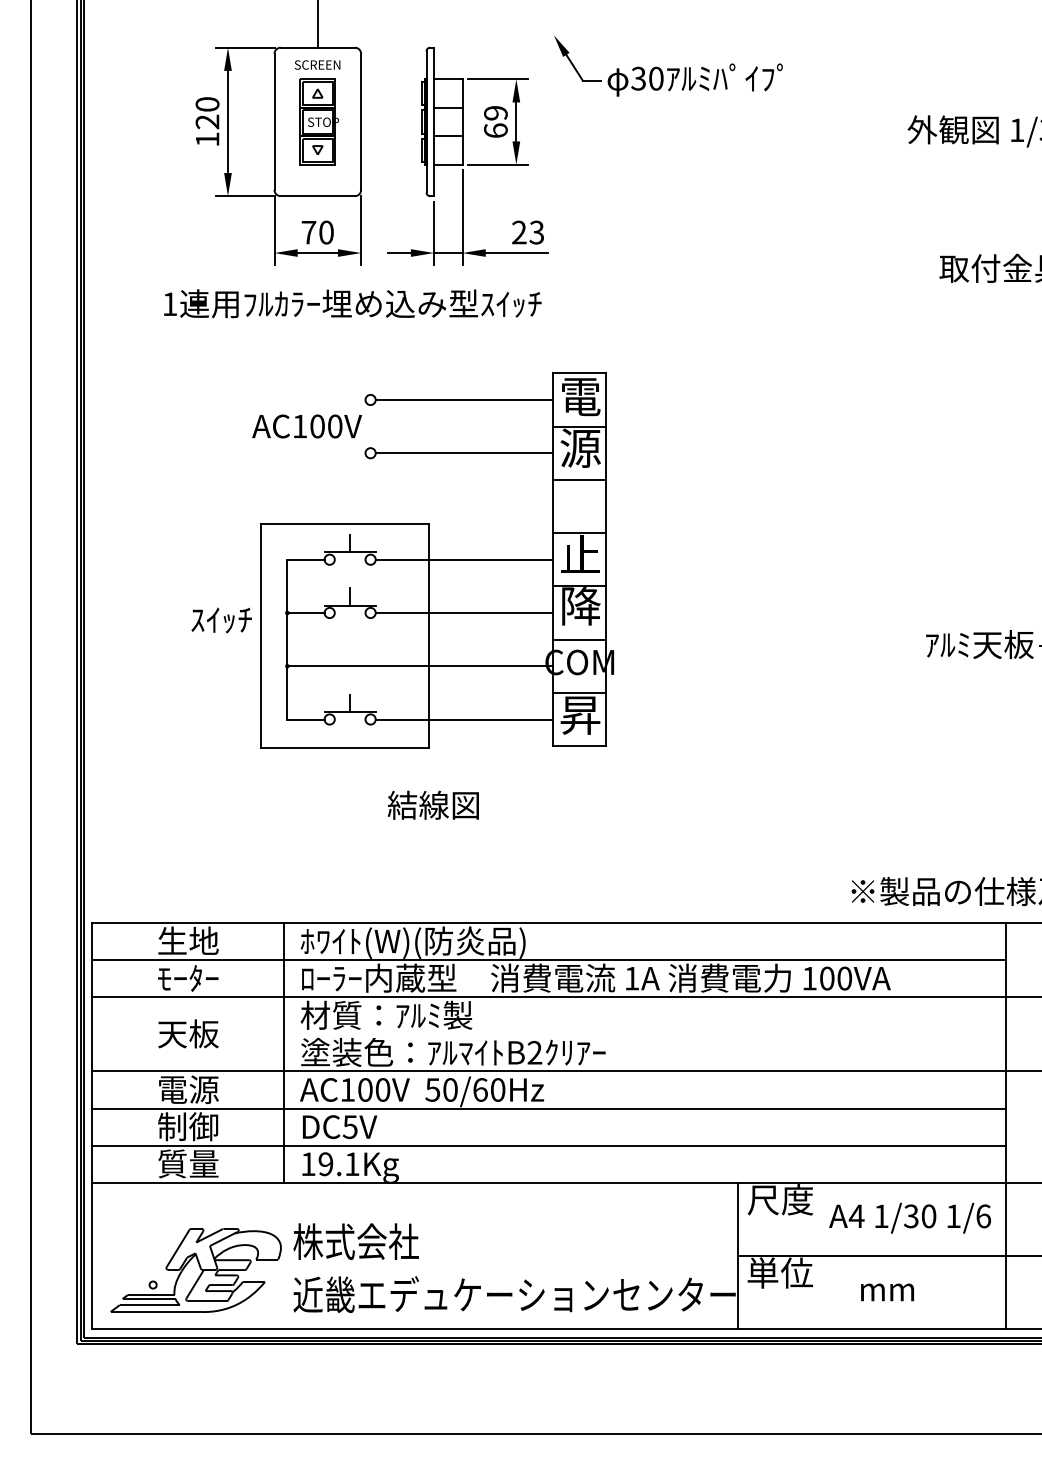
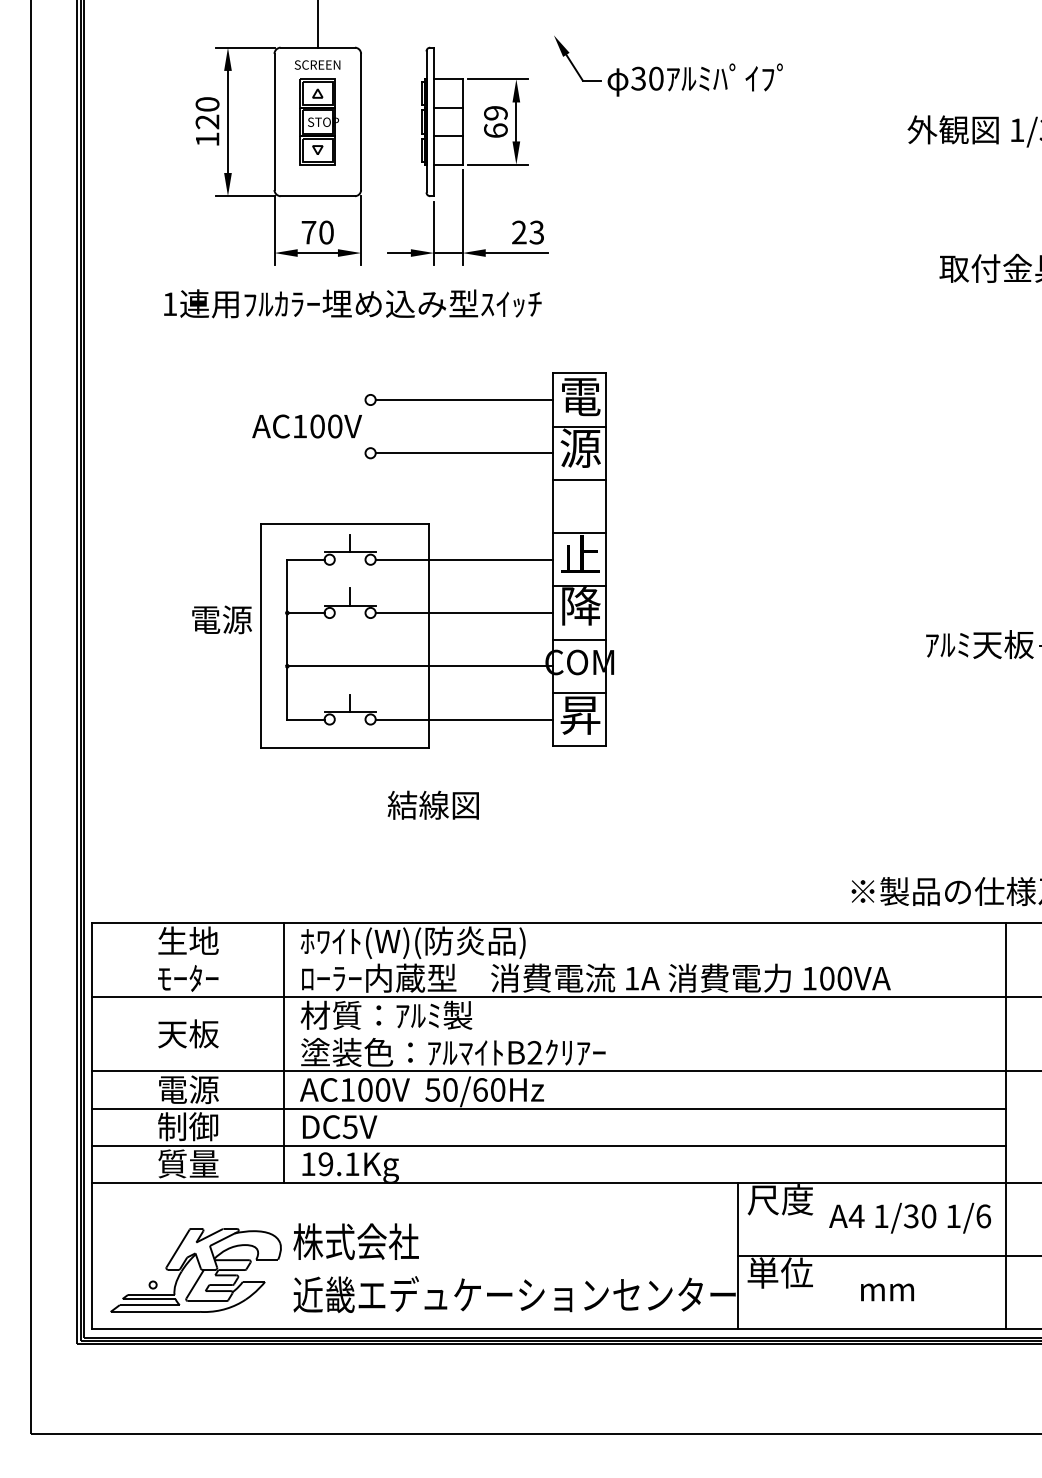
text at (221, 619): ｽｲｯﾁ -> 電源
line at (548, 960): present -> none
